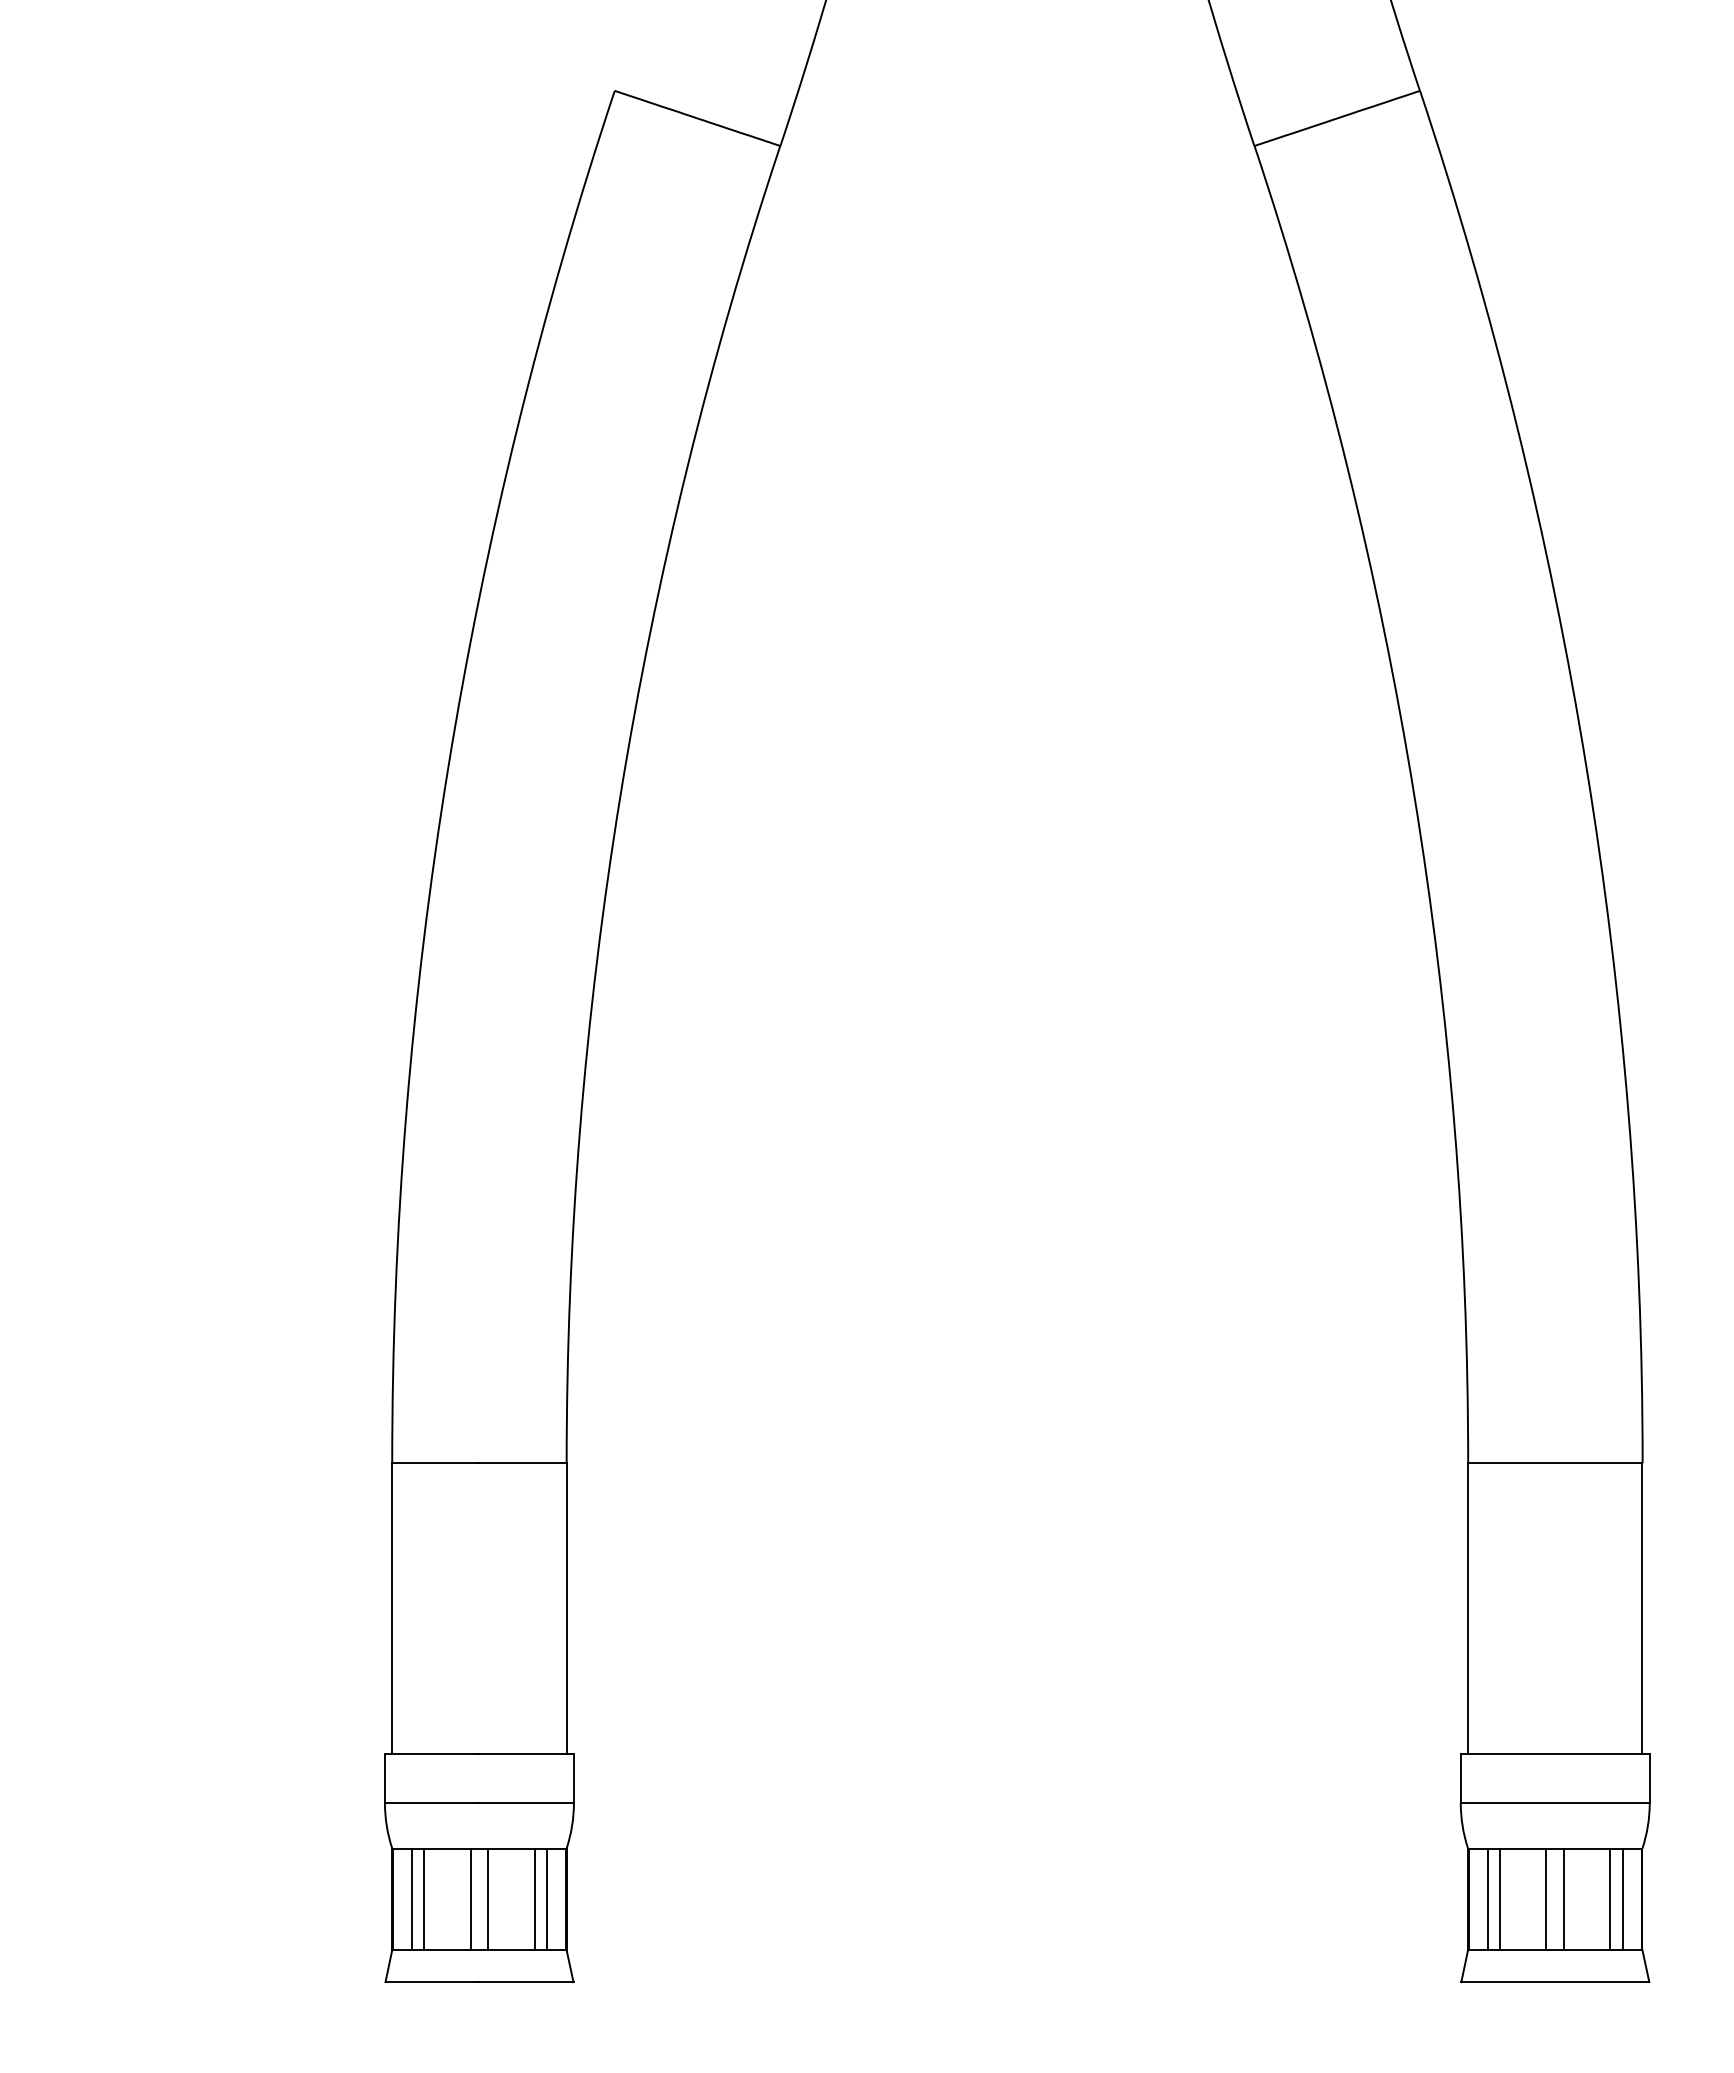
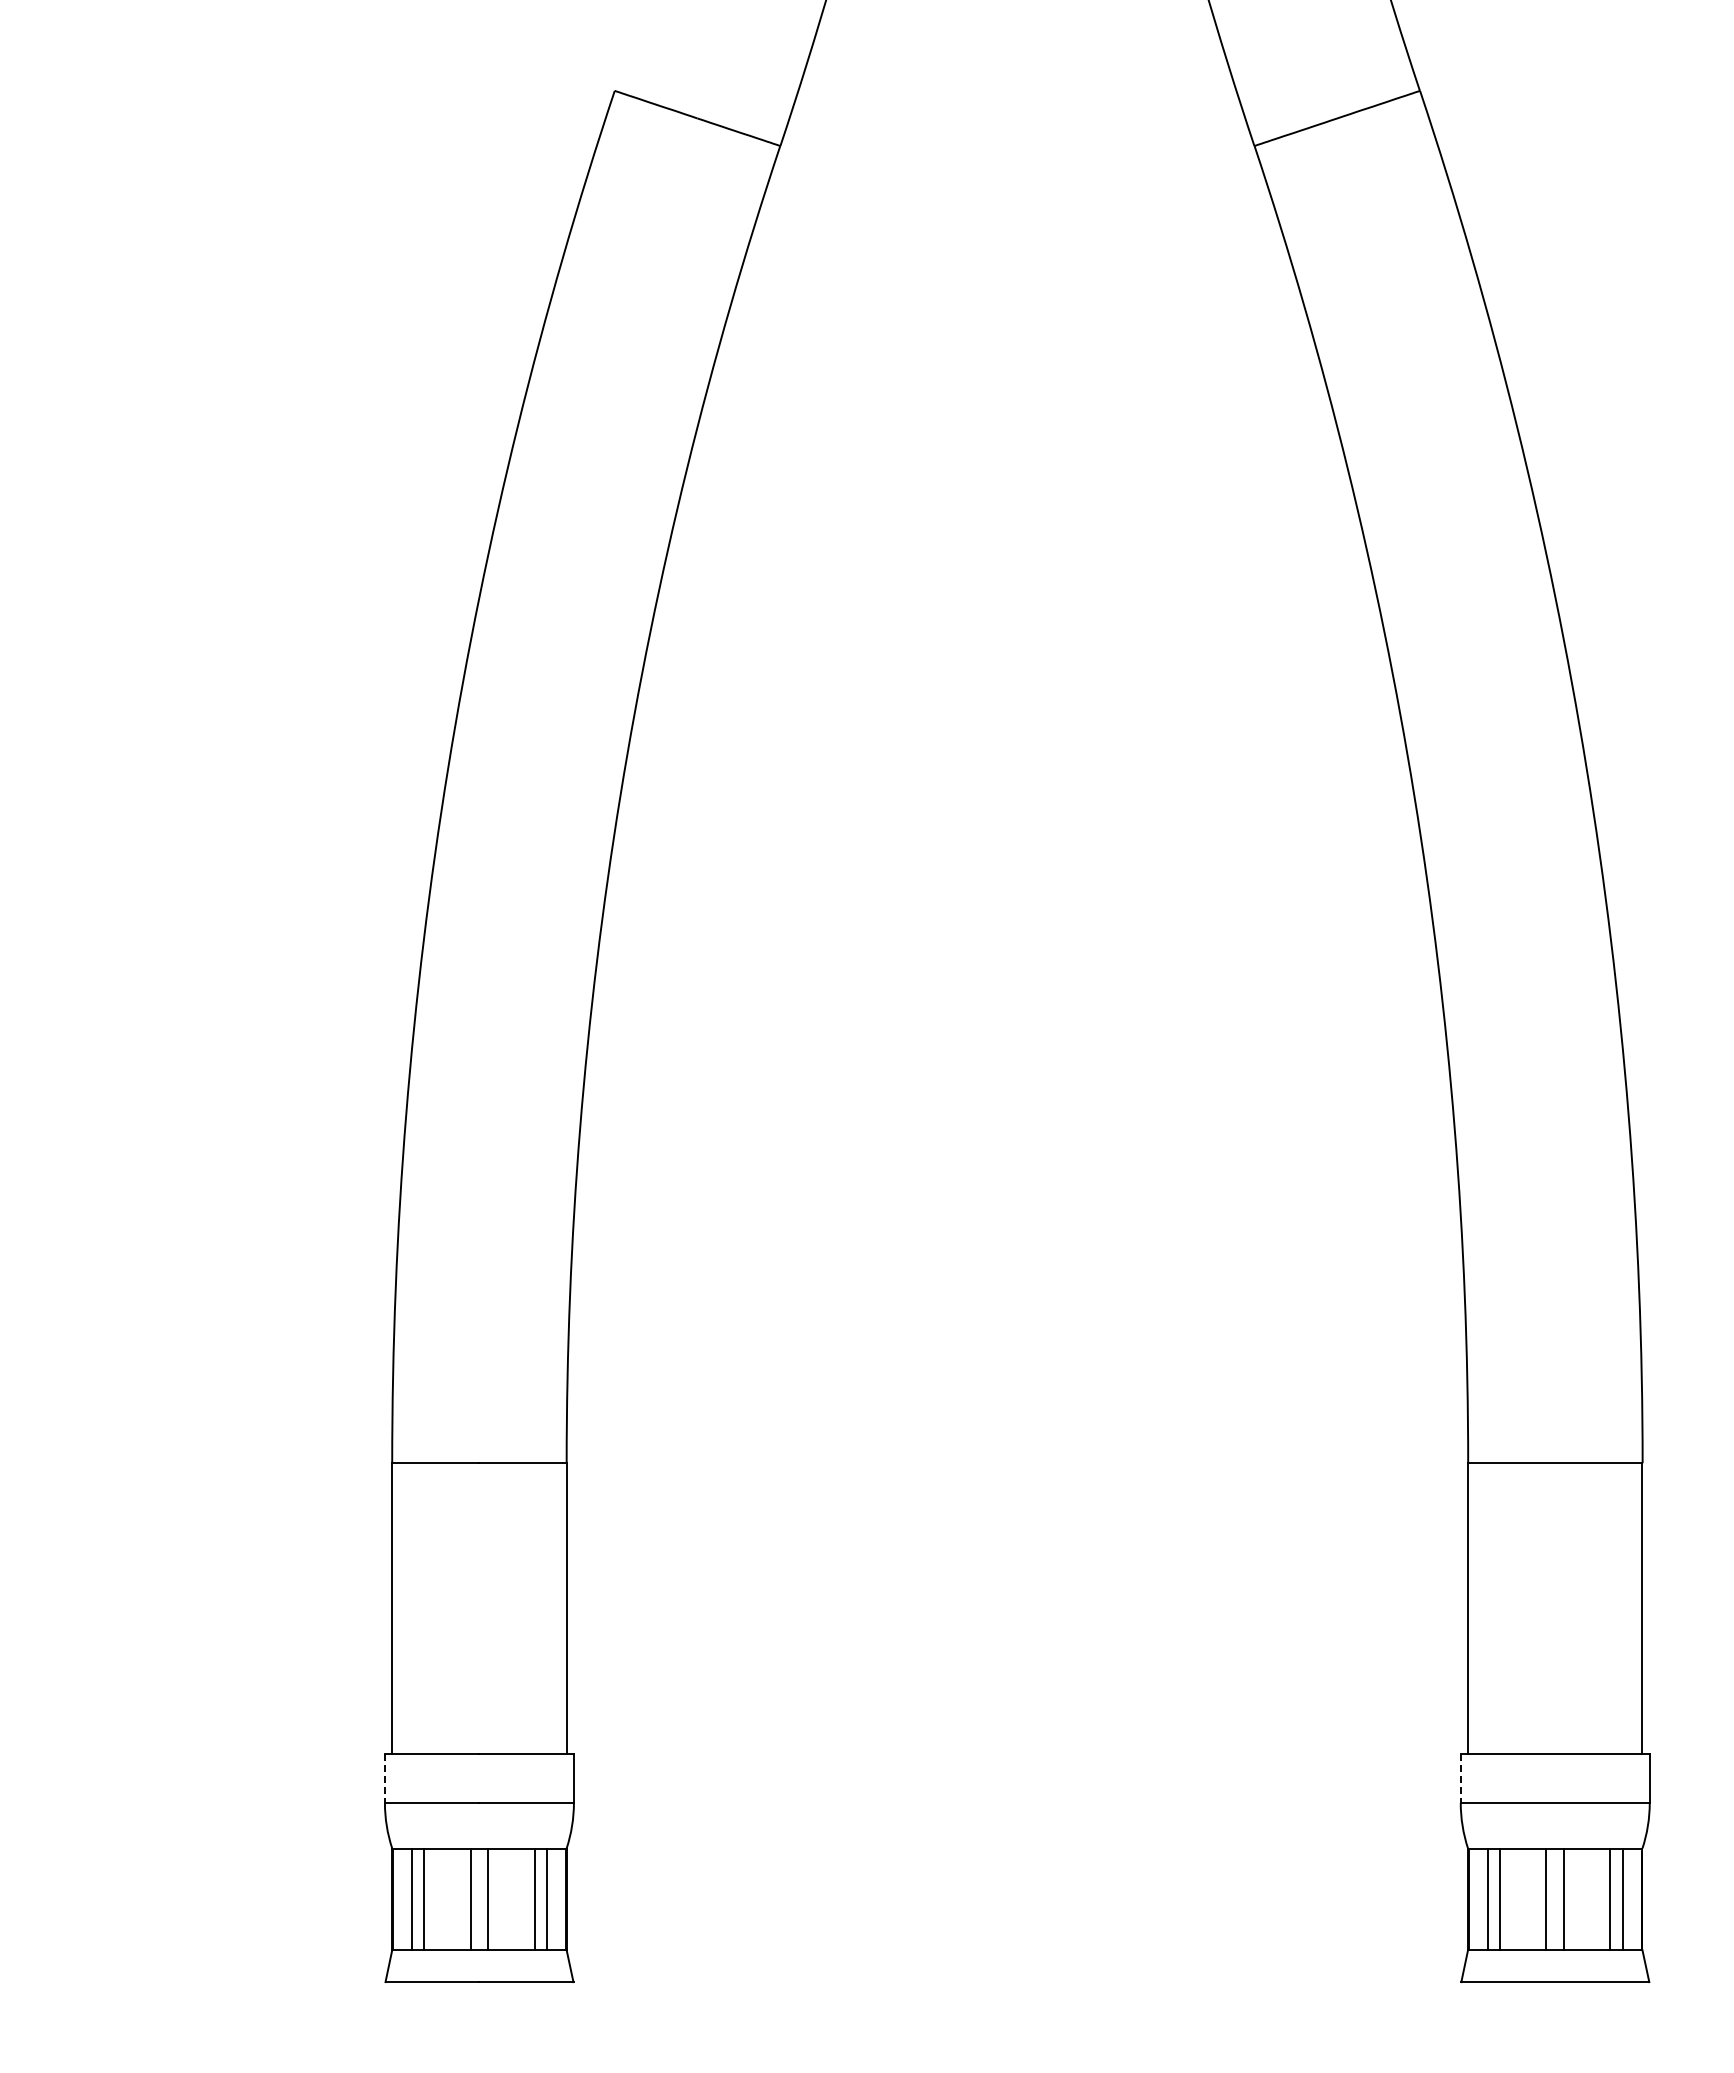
line at (384, 1779): solid -> dashed
line at (1460, 1779): solid -> dashed
